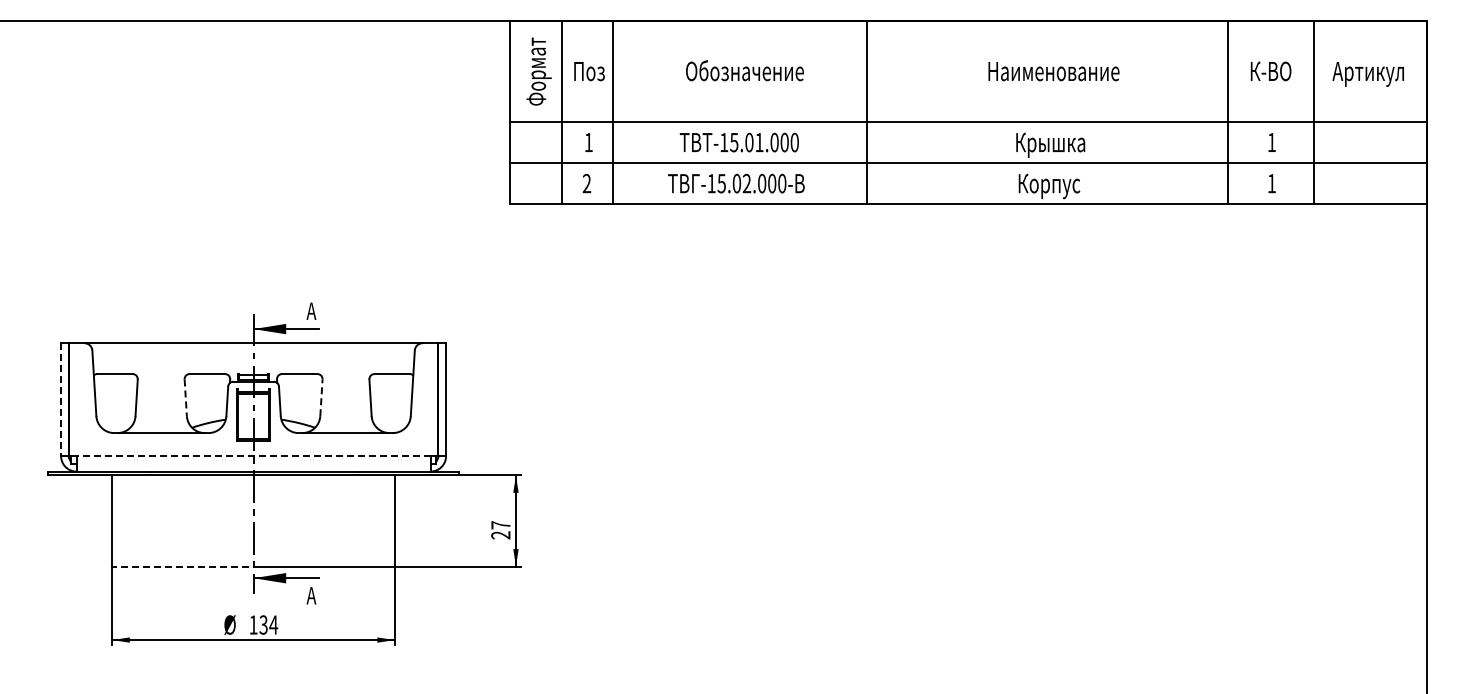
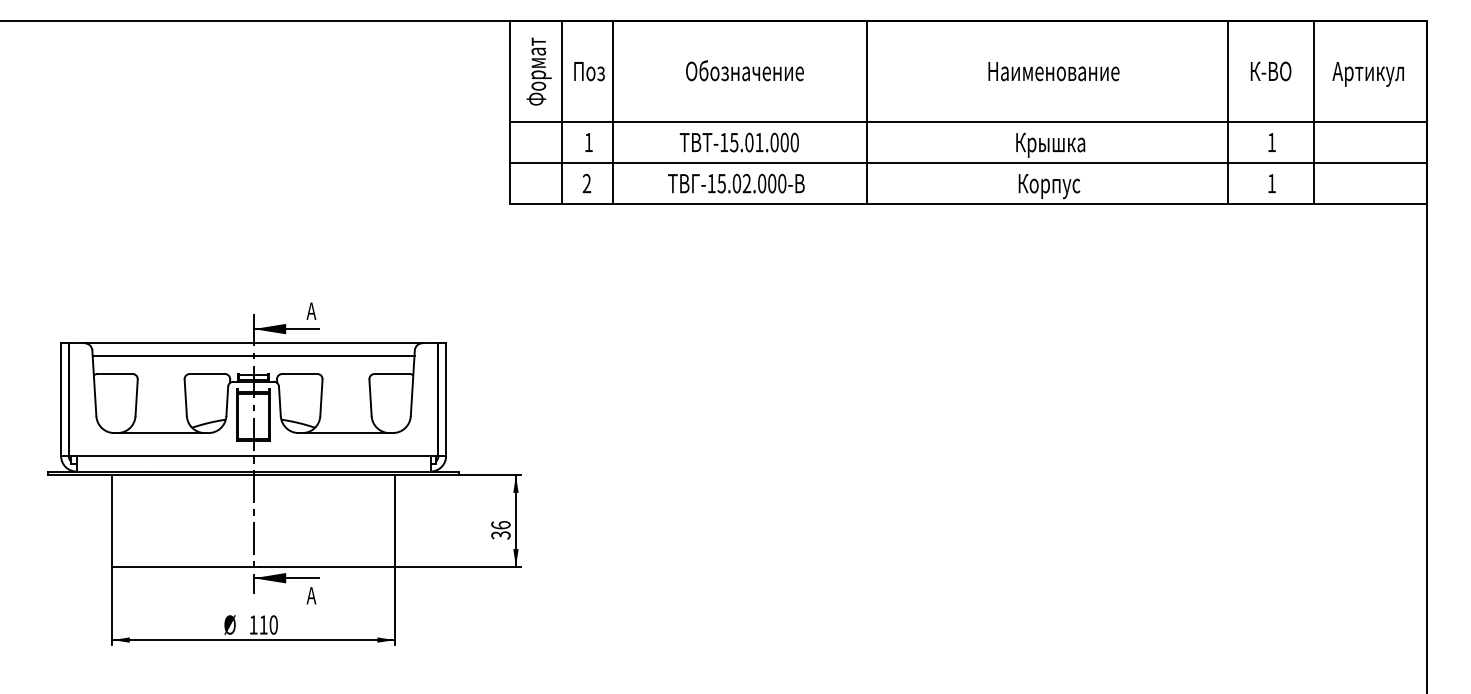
line at (253, 356): none -> present
line at (321, 397): dashed -> solid
line at (185, 398): dashed -> solid
line at (61, 400): dashed -> solid
line at (253, 456): dashed -> solid
text at (500, 530): 27 -> 36
line at (186, 566): dashed -> solid
text at (268, 624): 134 -> 110
